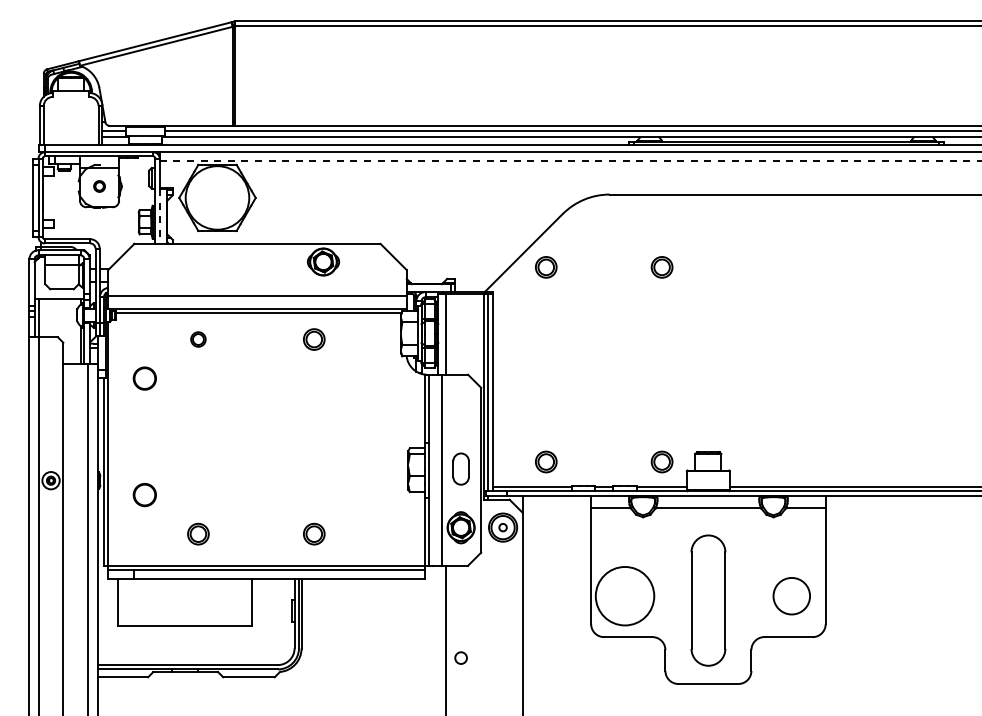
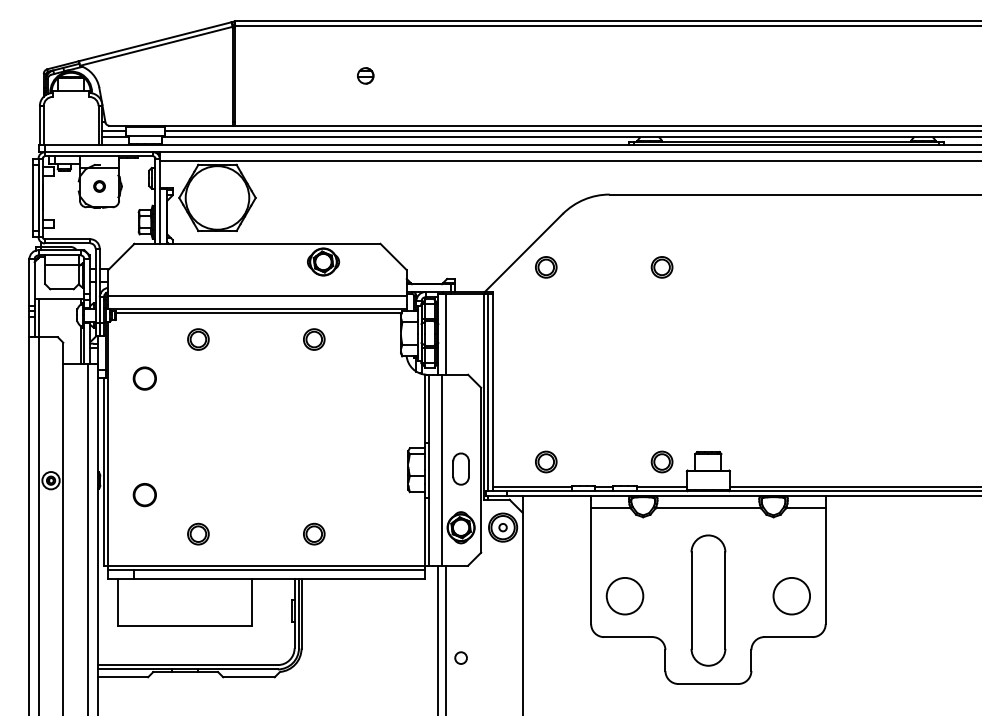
part at (365, 75): none -> present
line at (570, 161): dashed -> solid
line at (159, 216): dashed -> solid
part at (198, 339) size: 17x17 px -> 23x23 px
circle at (624, 595) diameter: 58 px -> 37 px
line at (438, 638): none -> present
